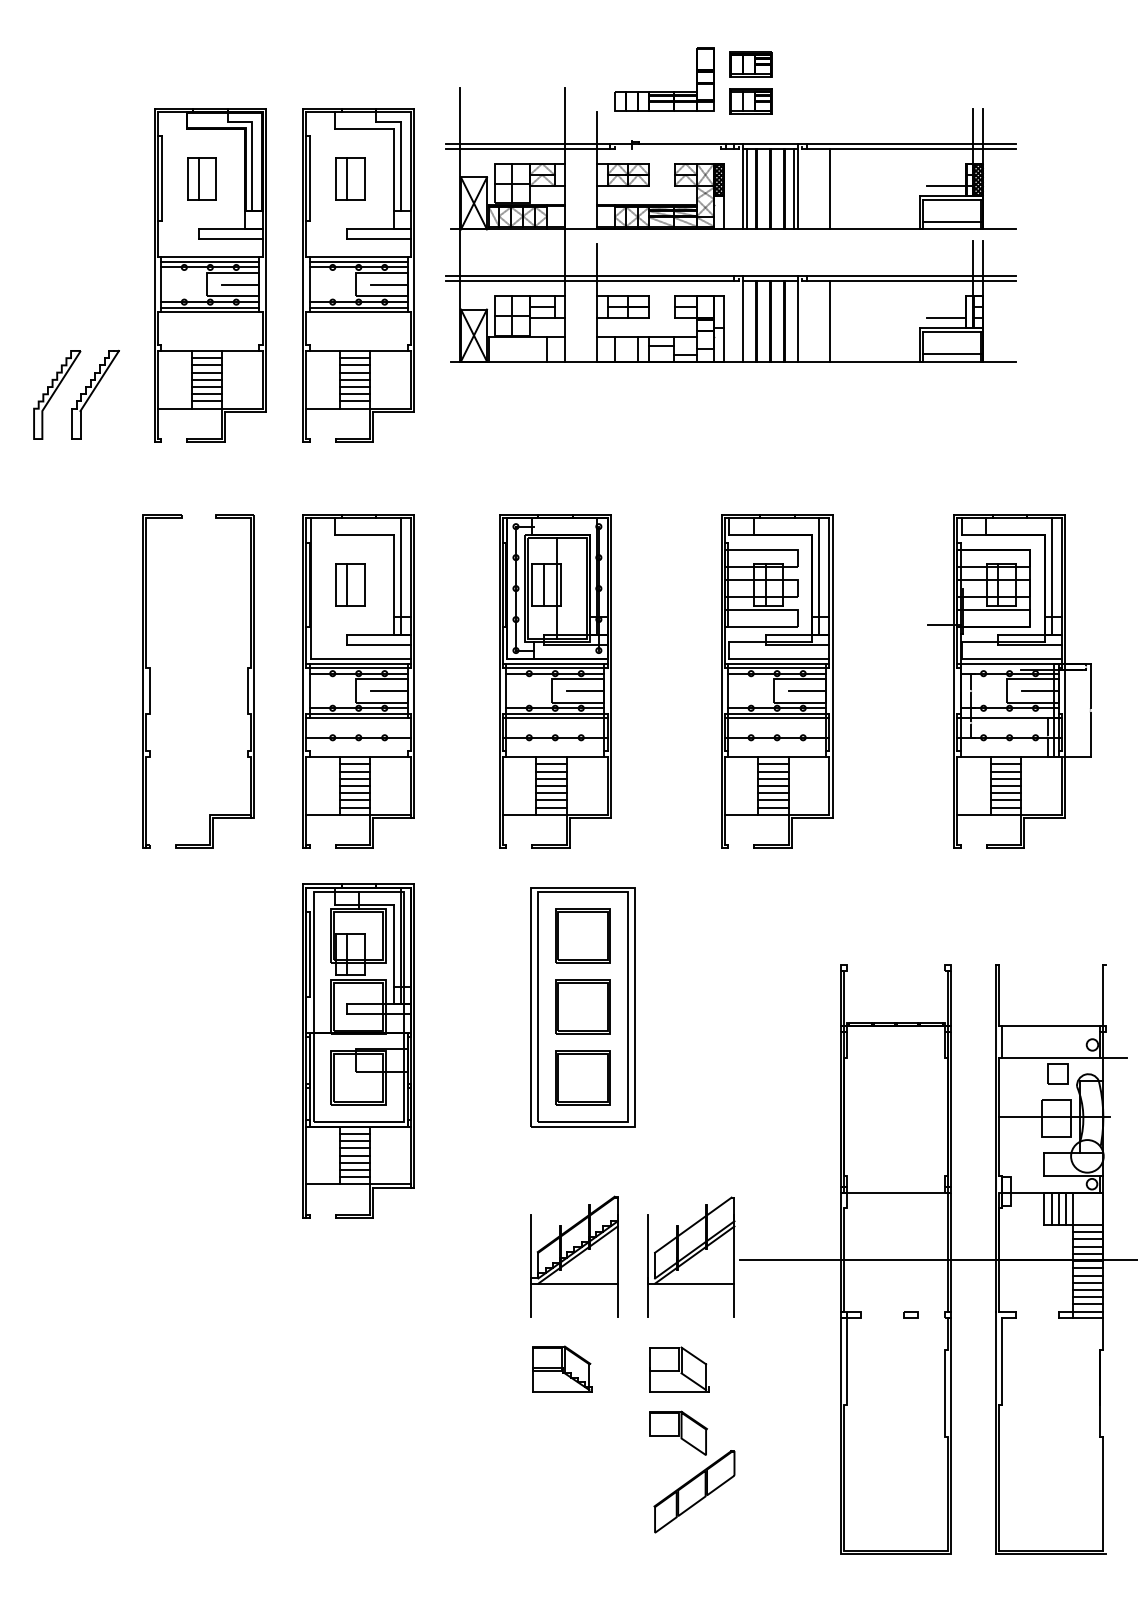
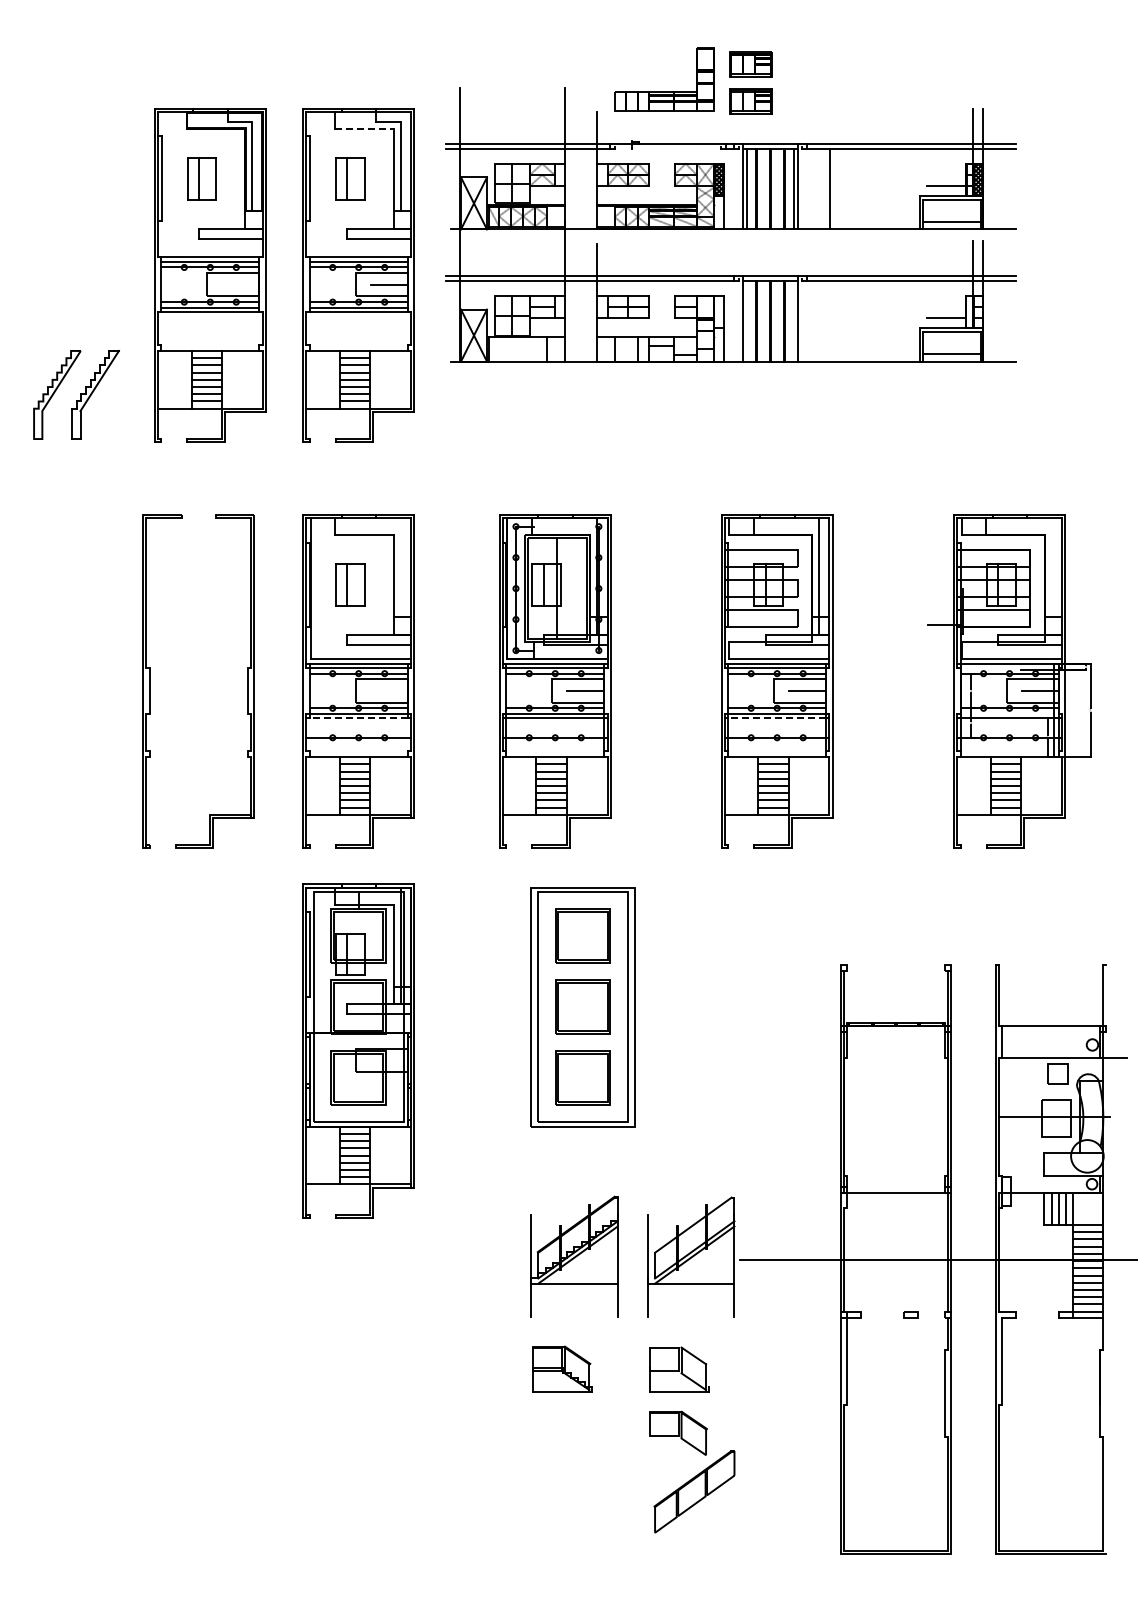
line at (365, 129): solid -> dashed
line at (240, 284): present -> none
line at (830, 320): present -> none
line at (400, 576): present -> none
line at (1051, 576): present -> none
line at (388, 690): present -> none
line at (358, 718): solid -> dashed
line at (776, 718): solid -> dashed
